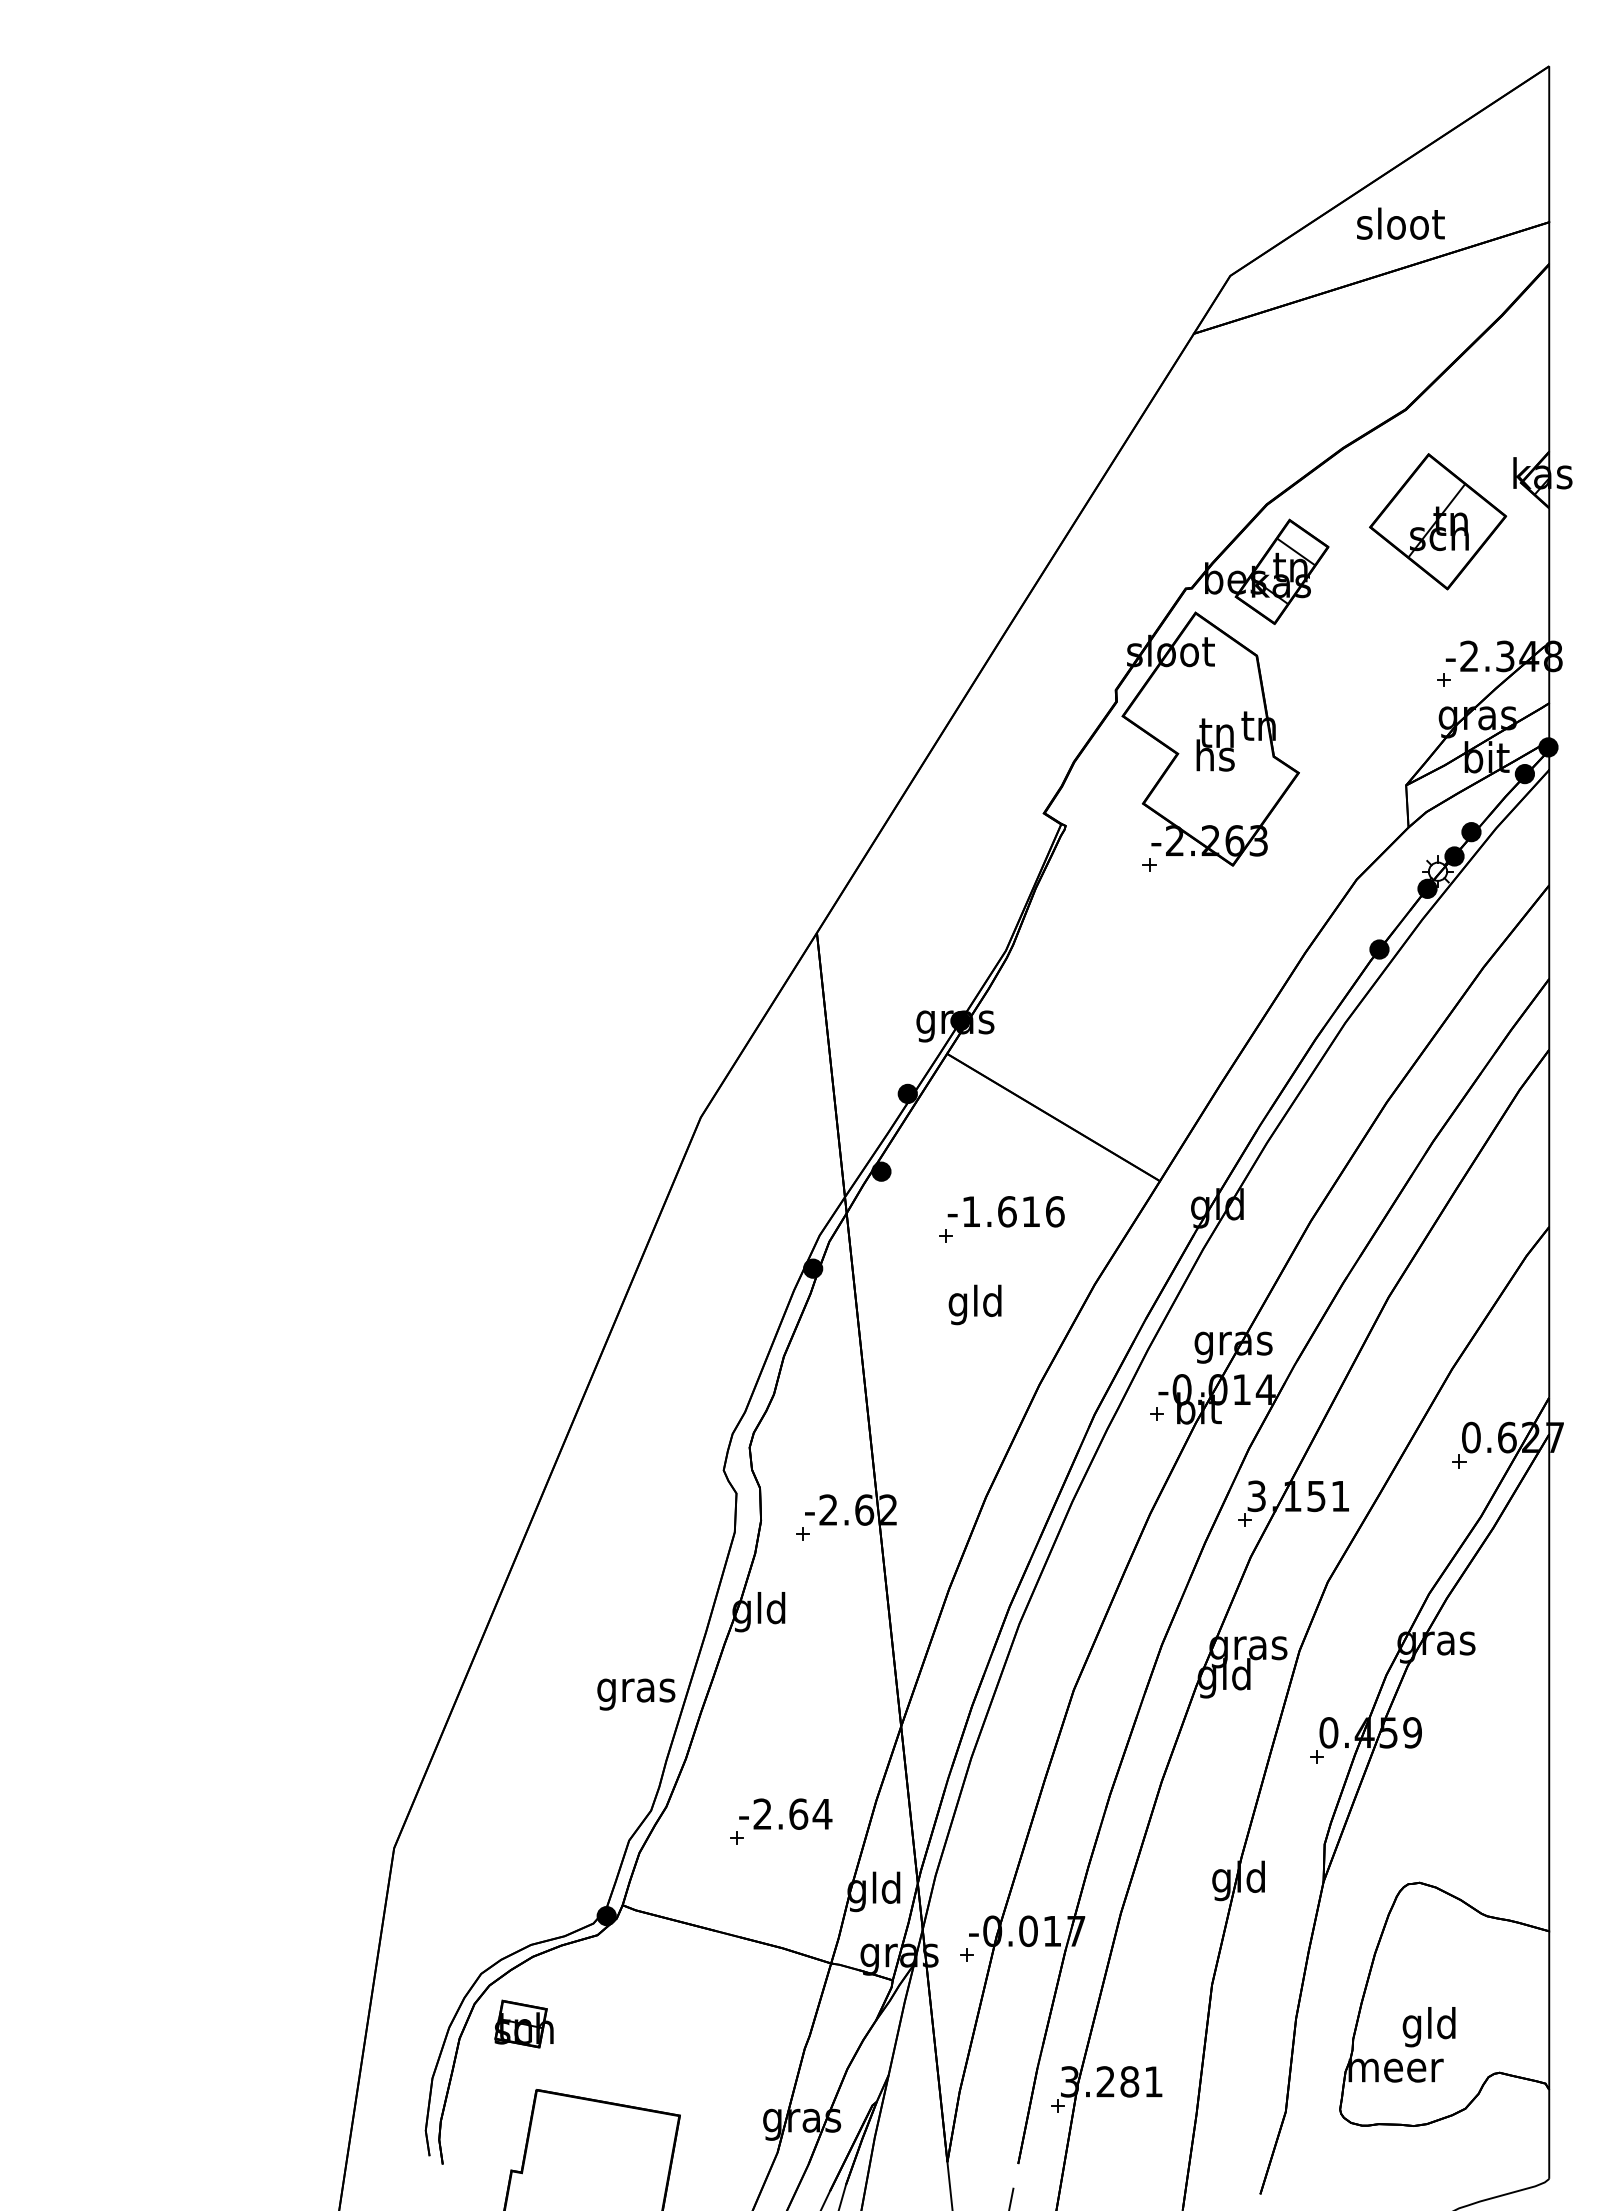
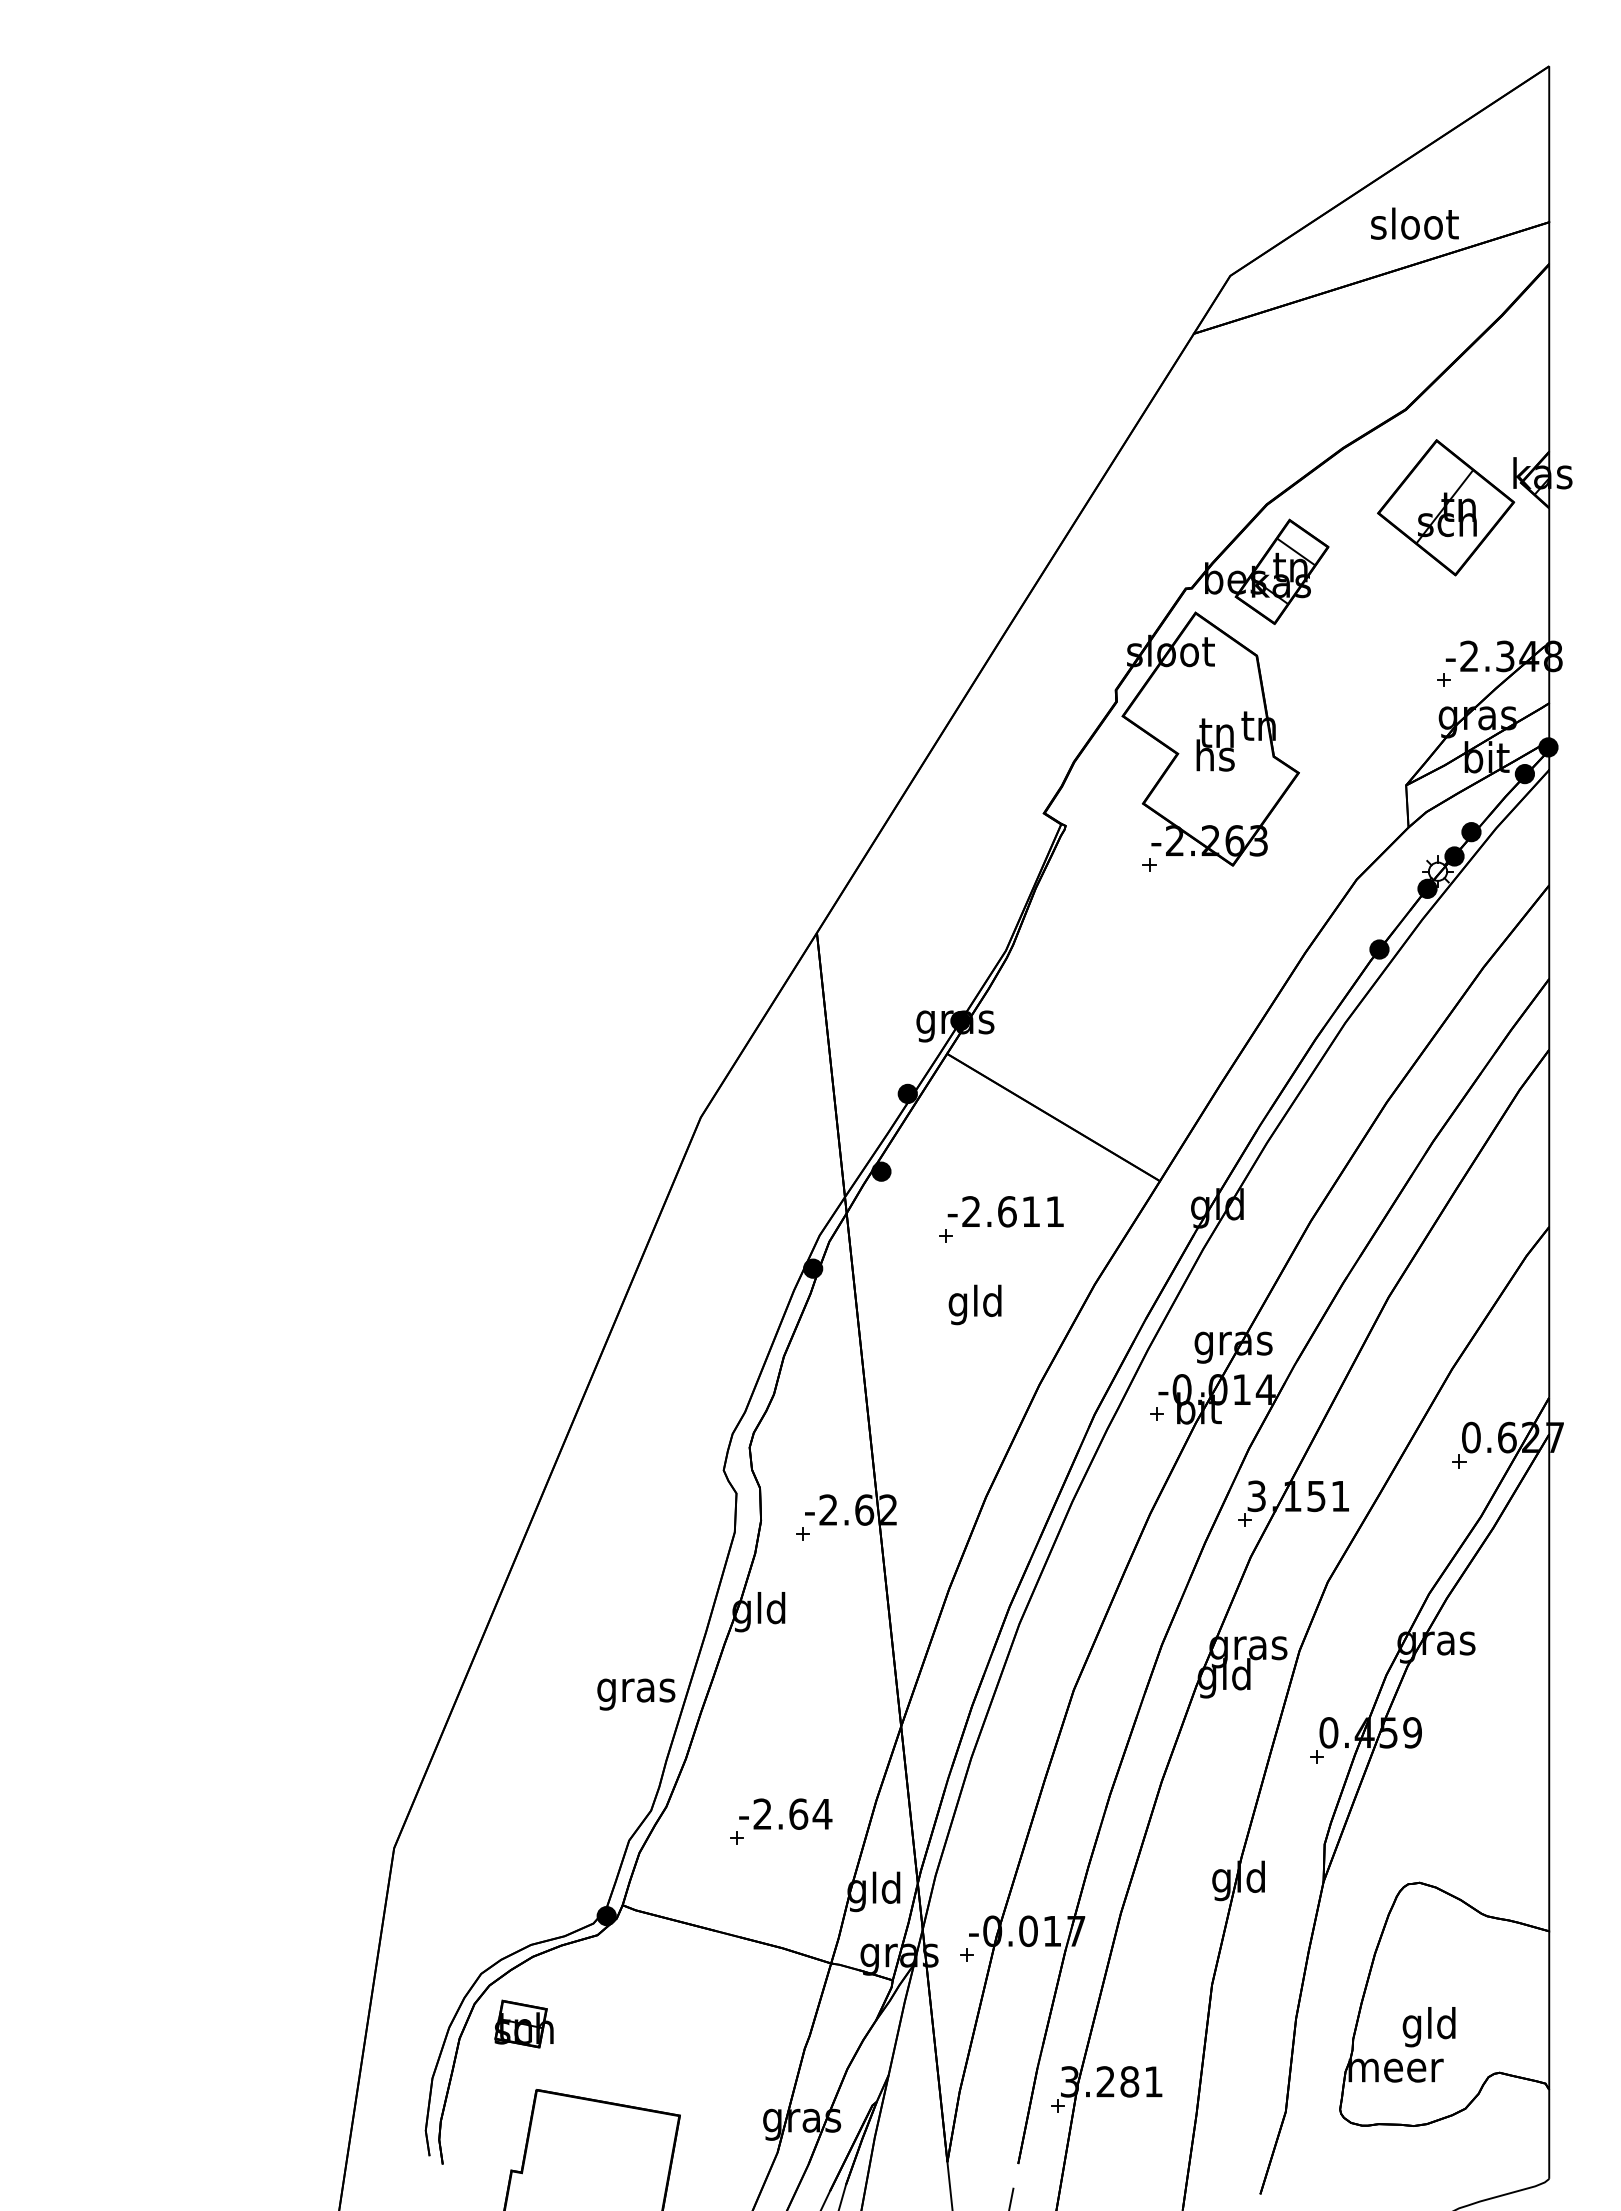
text at (1400, 223) position: (1400, 223) -> (1414, 223)
part at (1438, 521) position: (1438, 521) -> (1446, 507)
text at (1013, 1211): -1.616 -> -2.611
